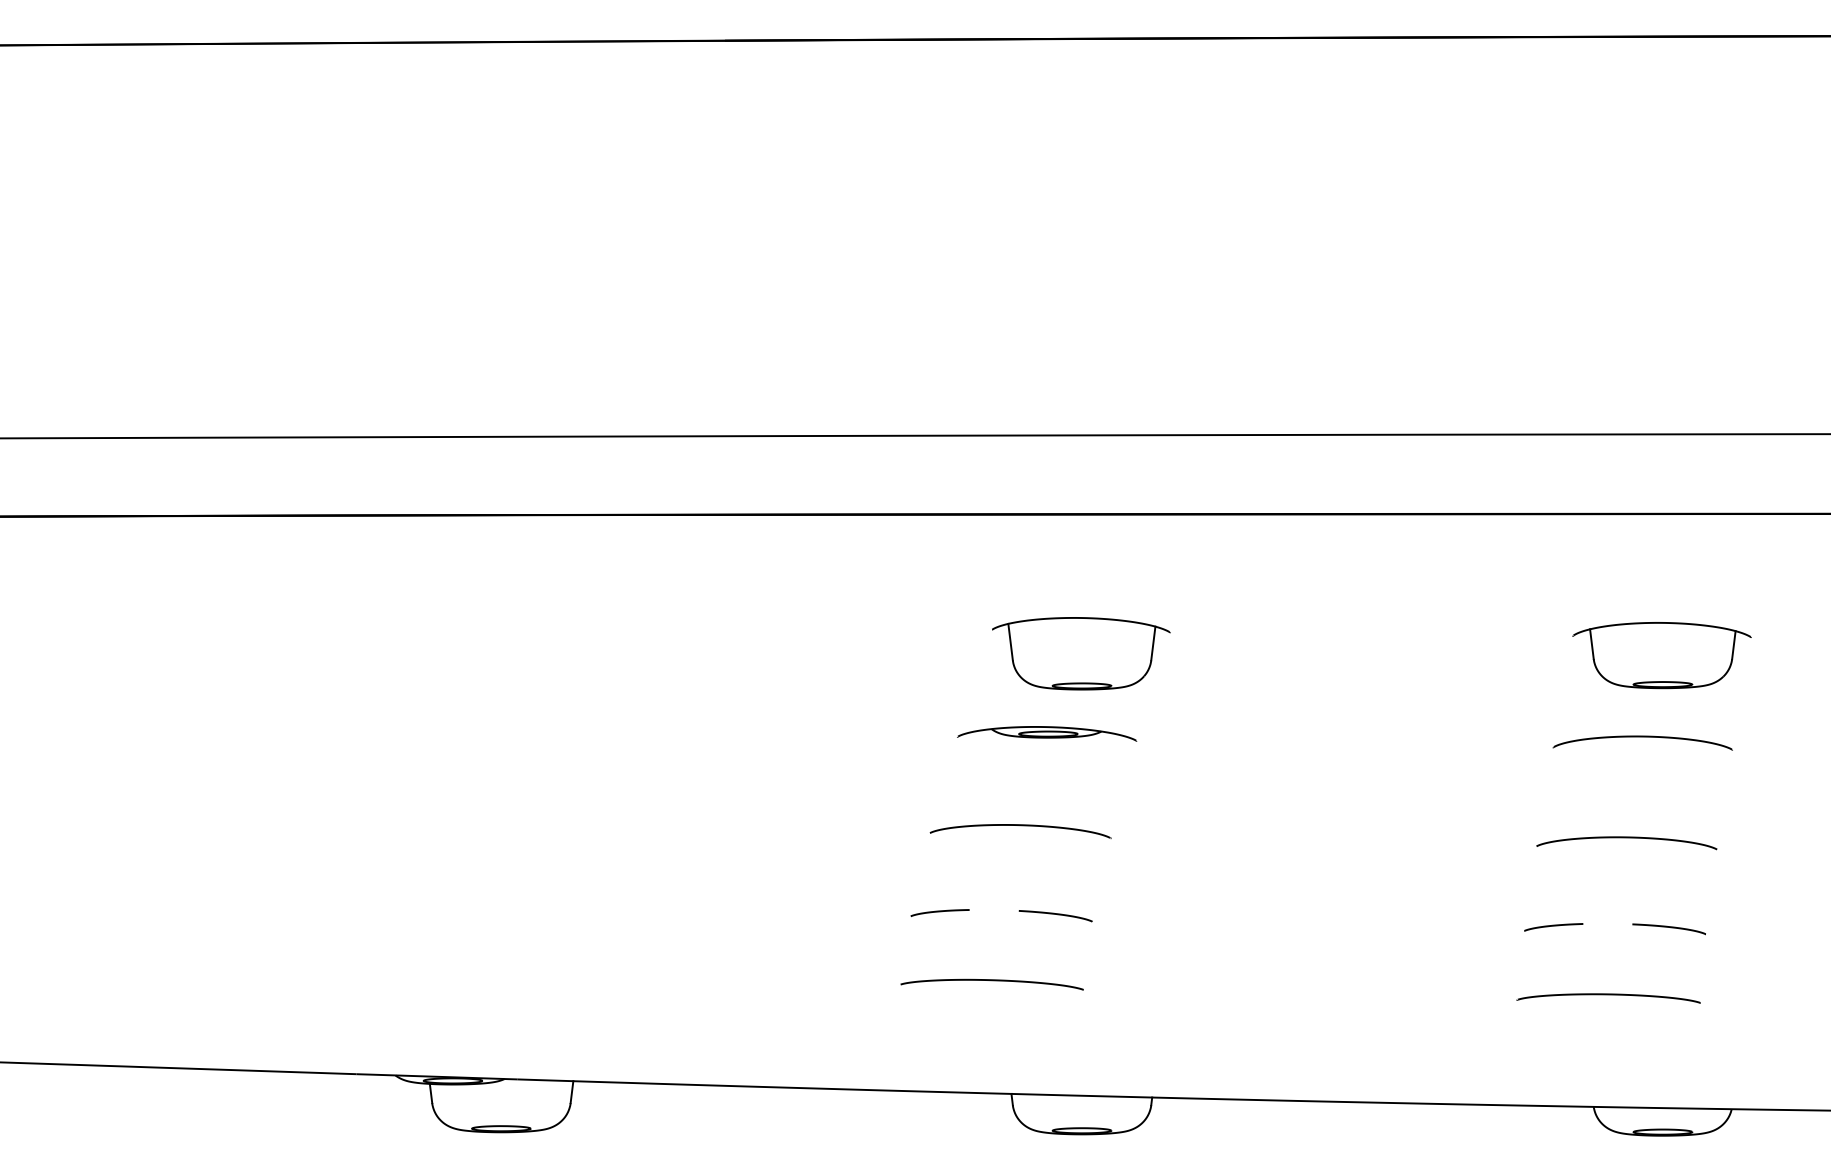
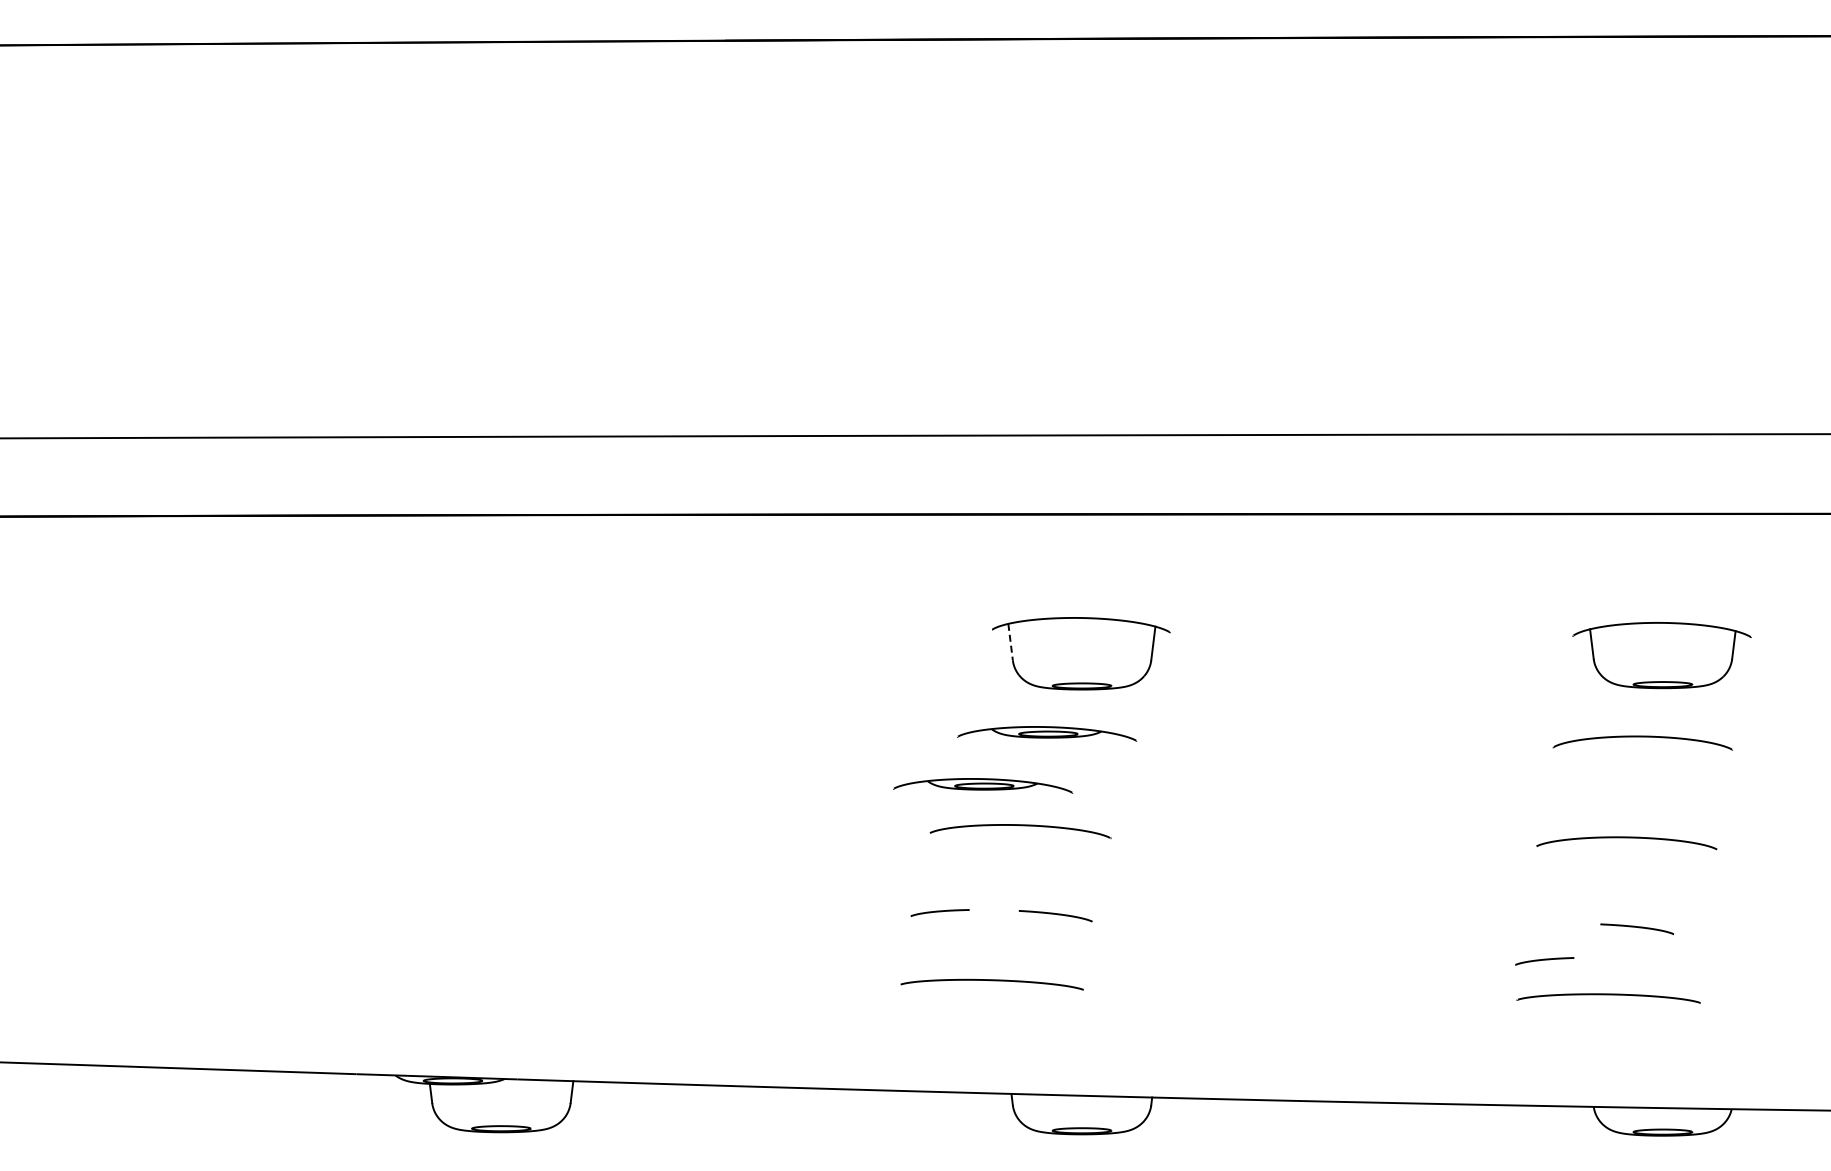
line at (1010, 642): solid -> dashed
part at (983, 785): none -> present
curve at (1553, 926) position: (1553, 926) -> (1544, 960)
curve at (1668, 927) position: (1668, 927) -> (1636, 927)
